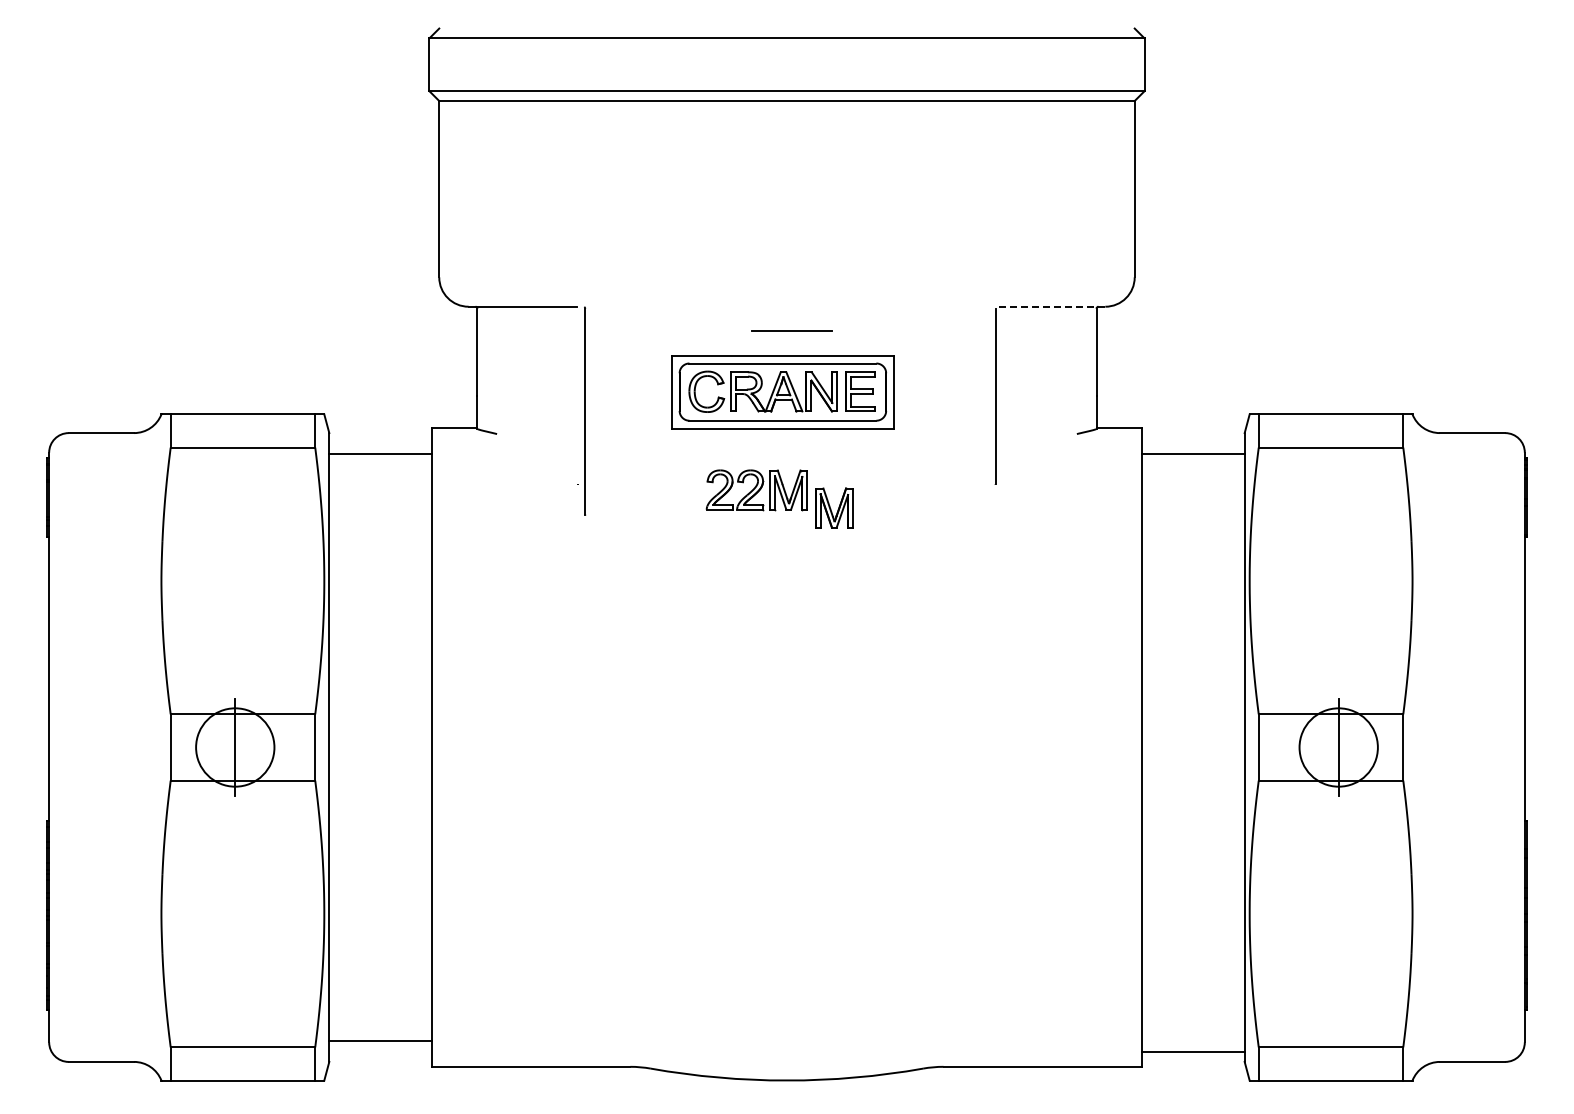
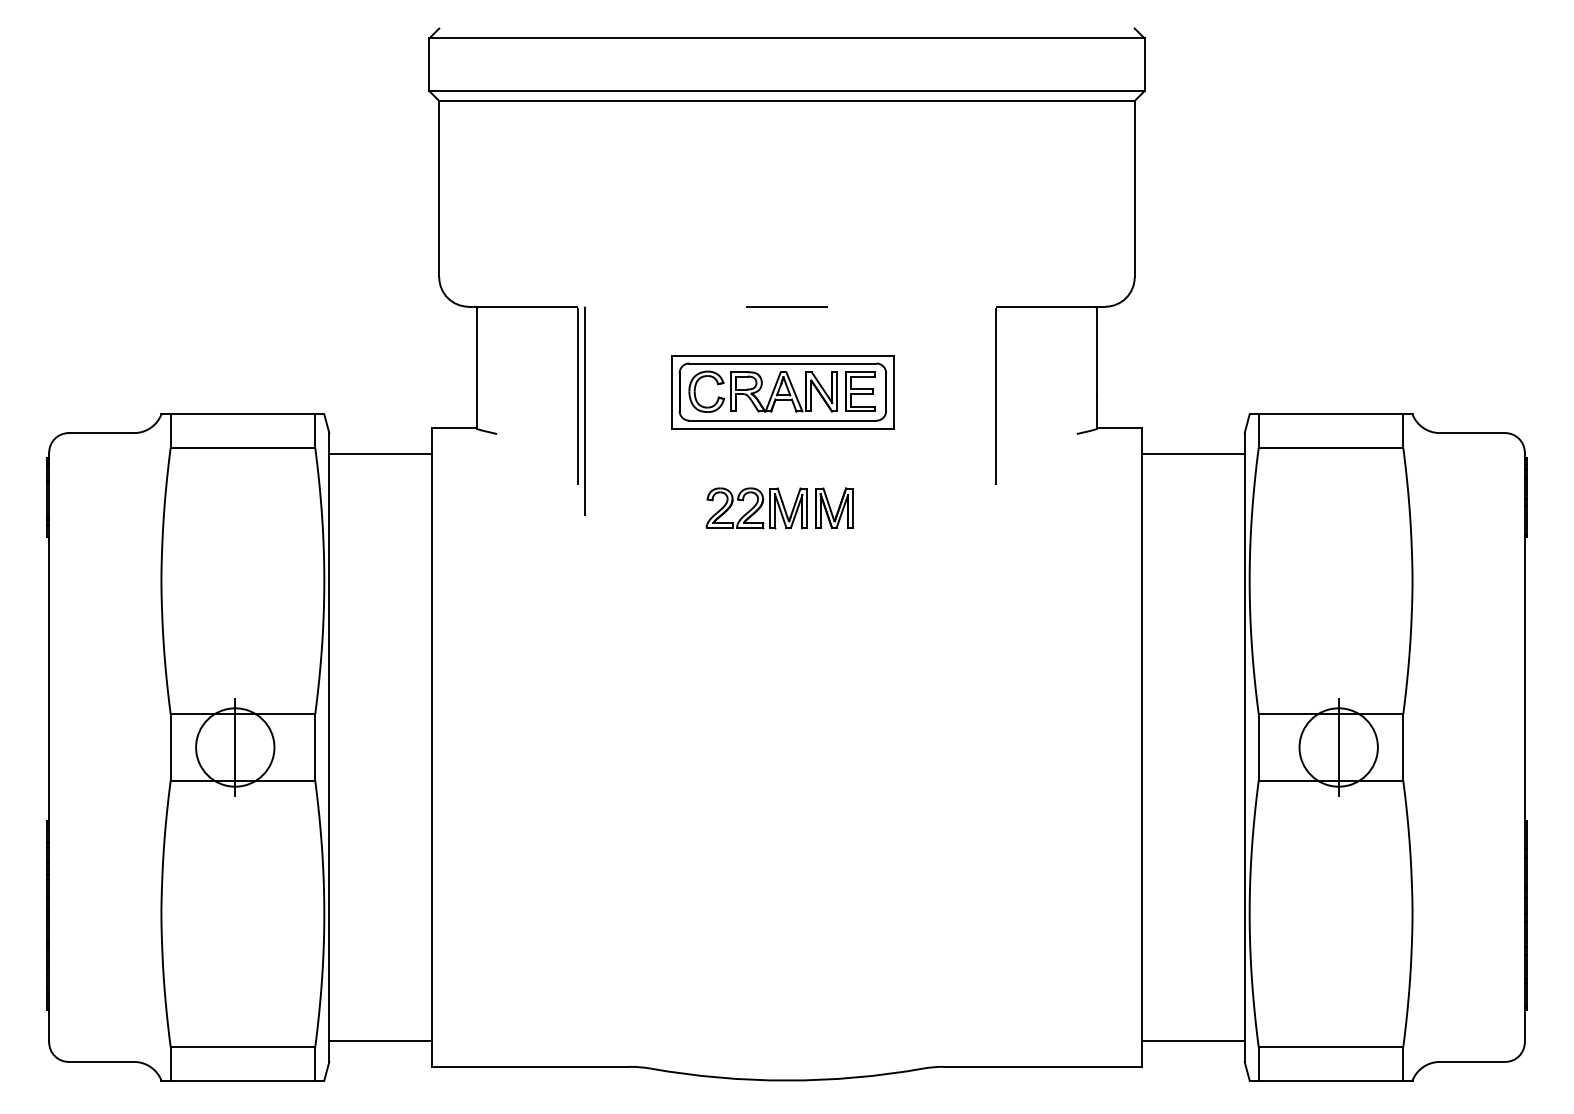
line at (1050, 306): dashed -> solid
line at (791, 330) position: (791, 330) -> (786, 306)
line at (578, 396): none -> present
part at (756, 490) position: (756, 490) -> (756, 508)
line at (1192, 1052) position: (1192, 1052) -> (1192, 1041)
